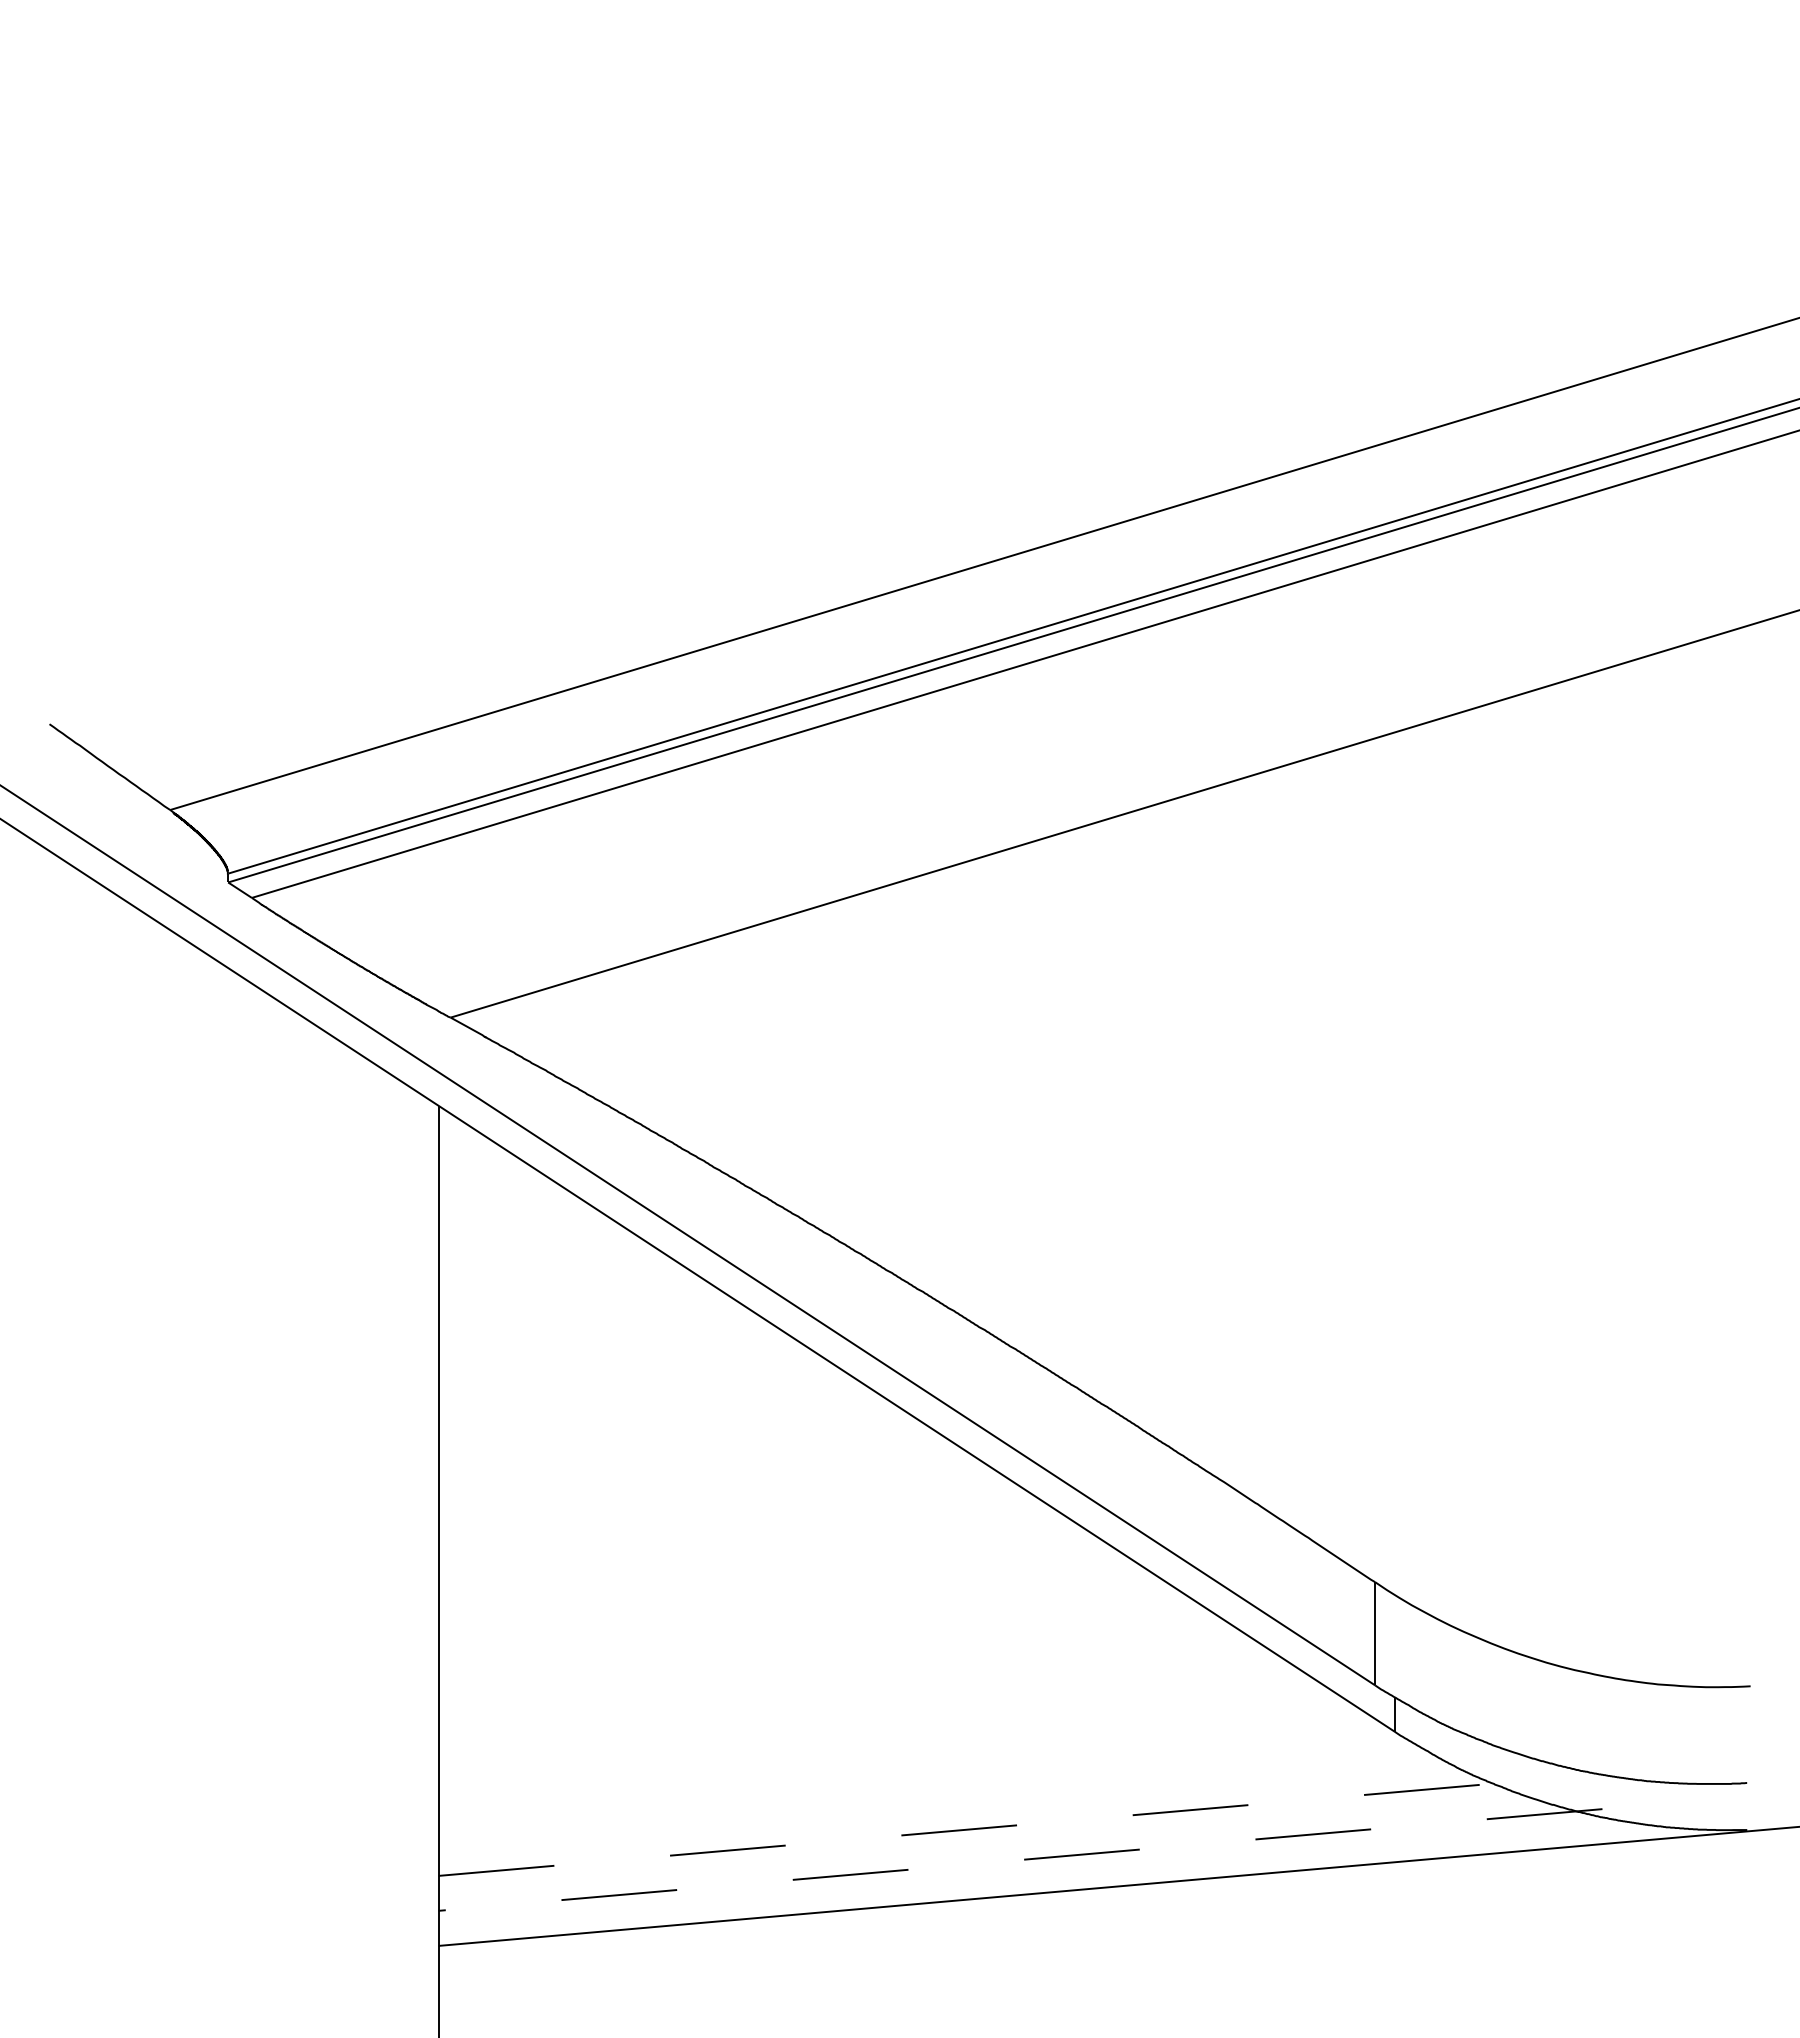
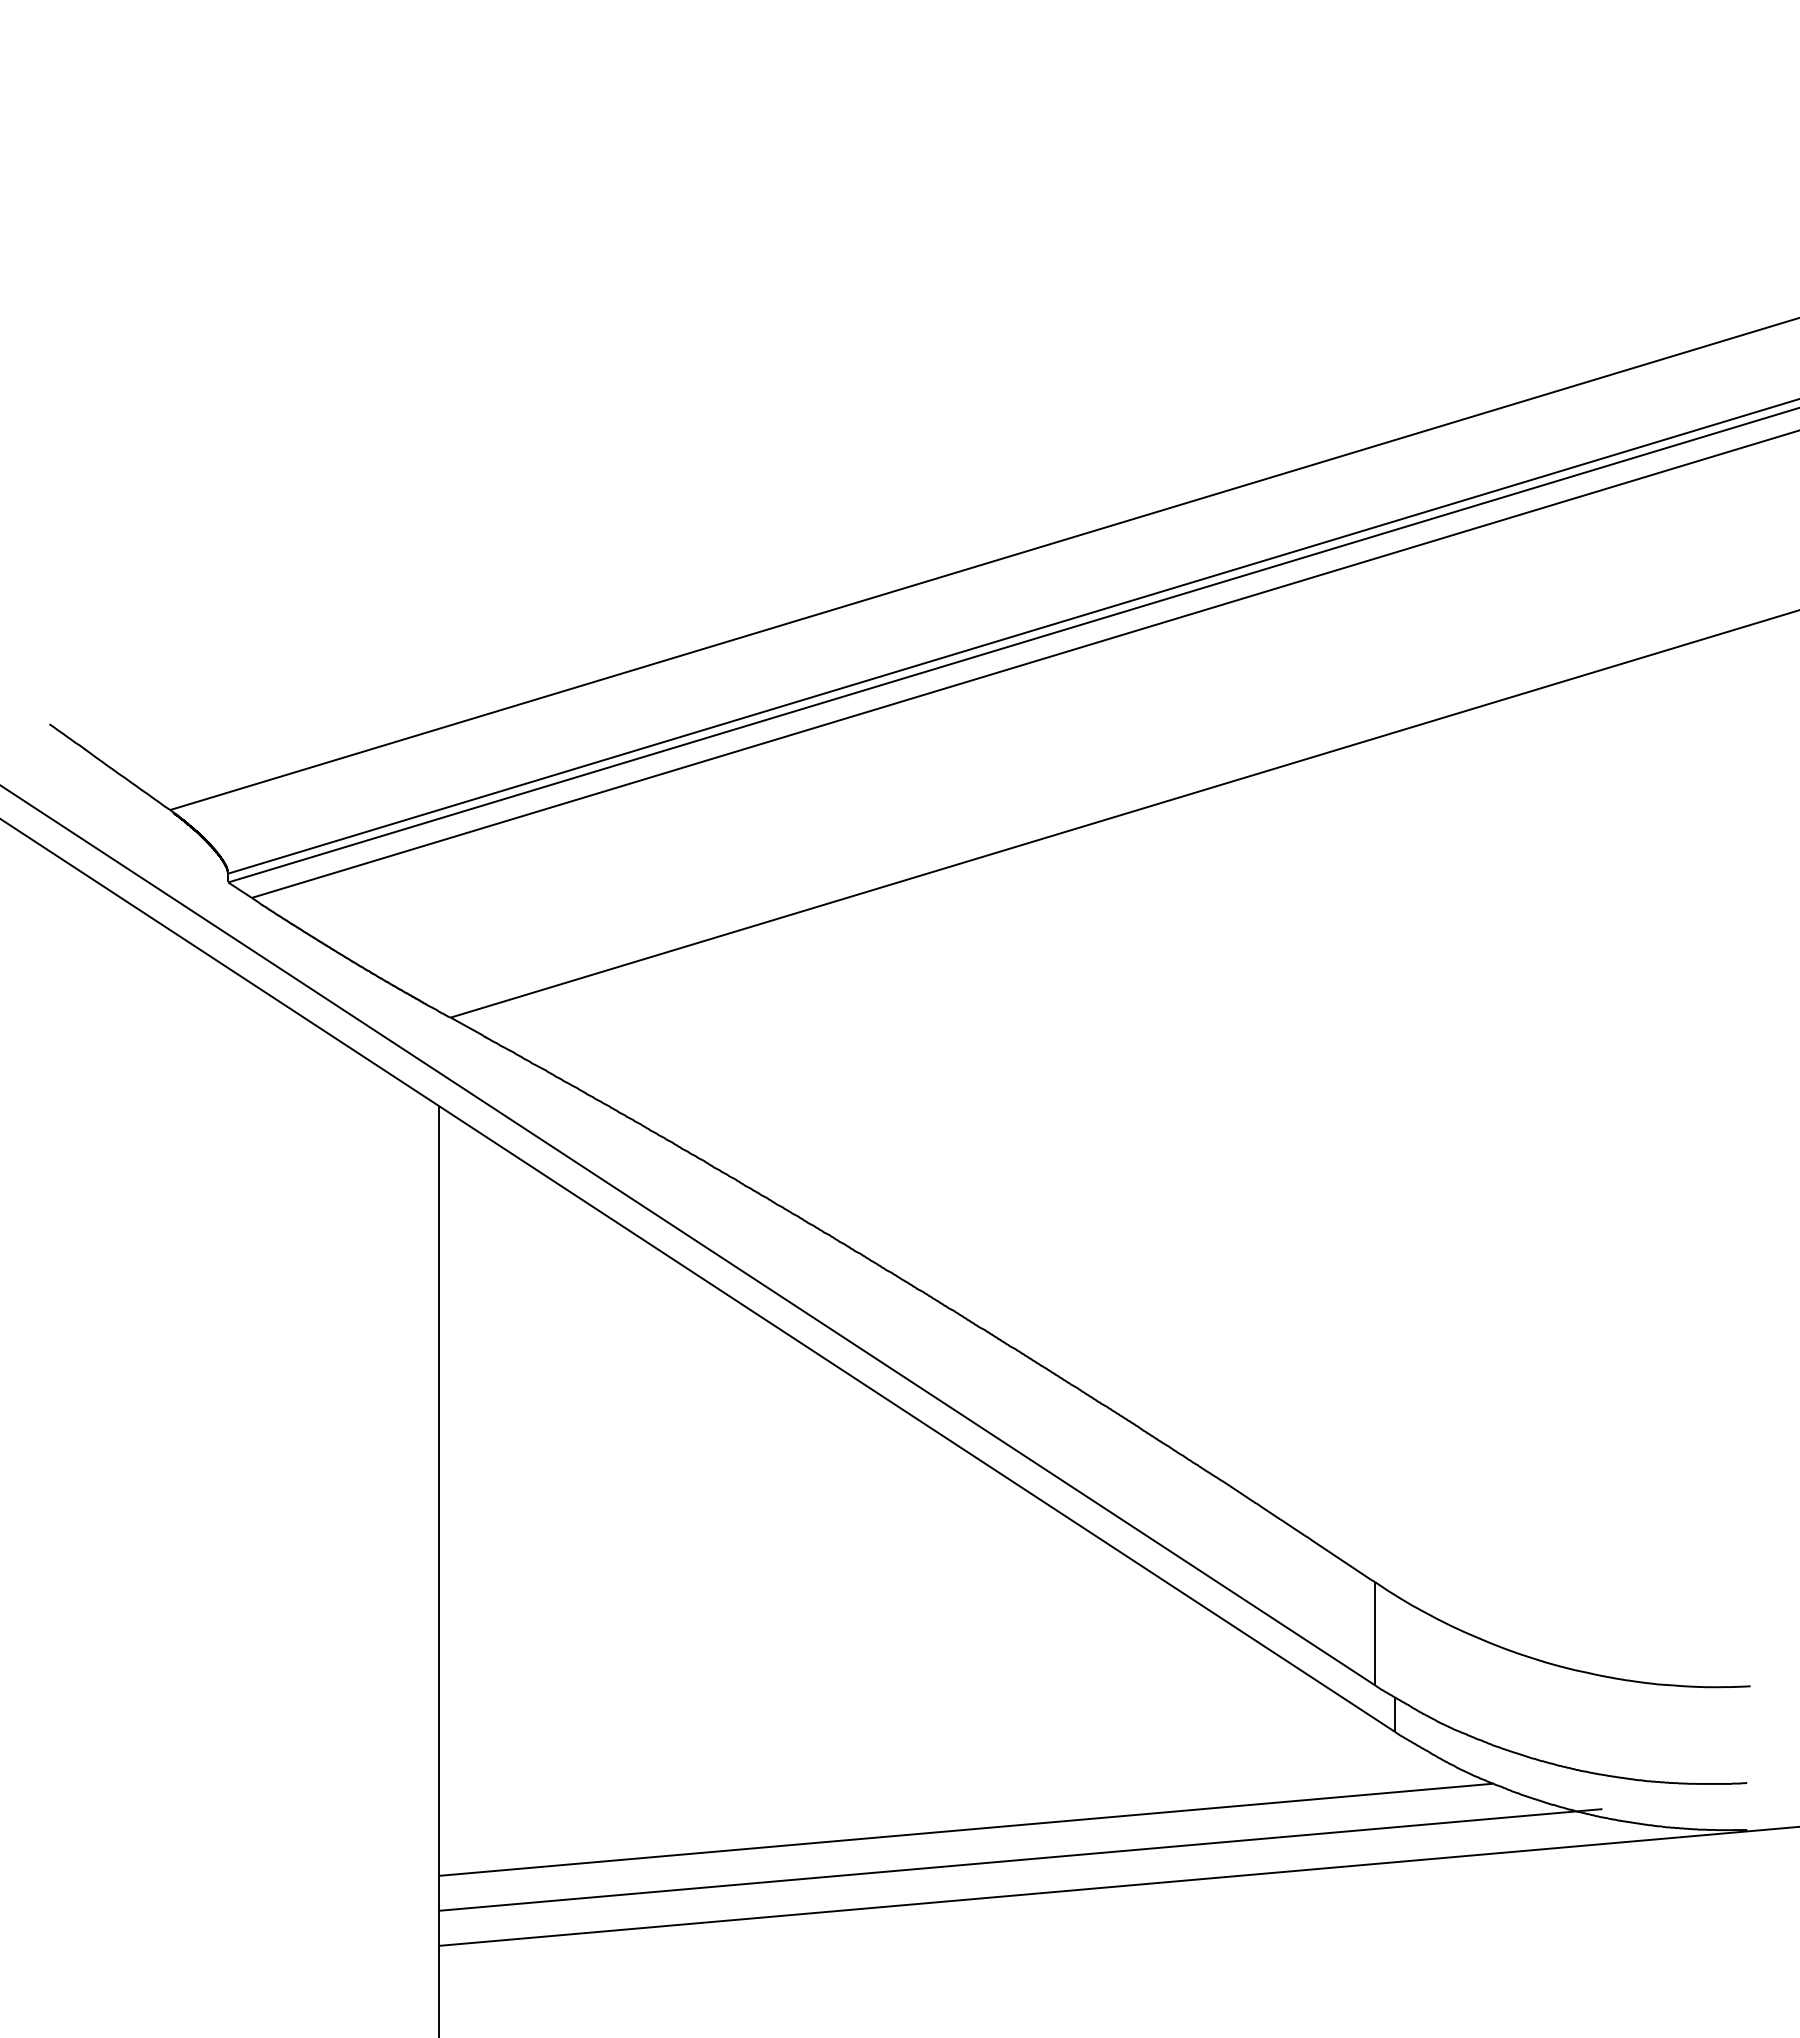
line at (966, 1829): dashed -> solid
line at (1020, 1860): dashed -> solid
